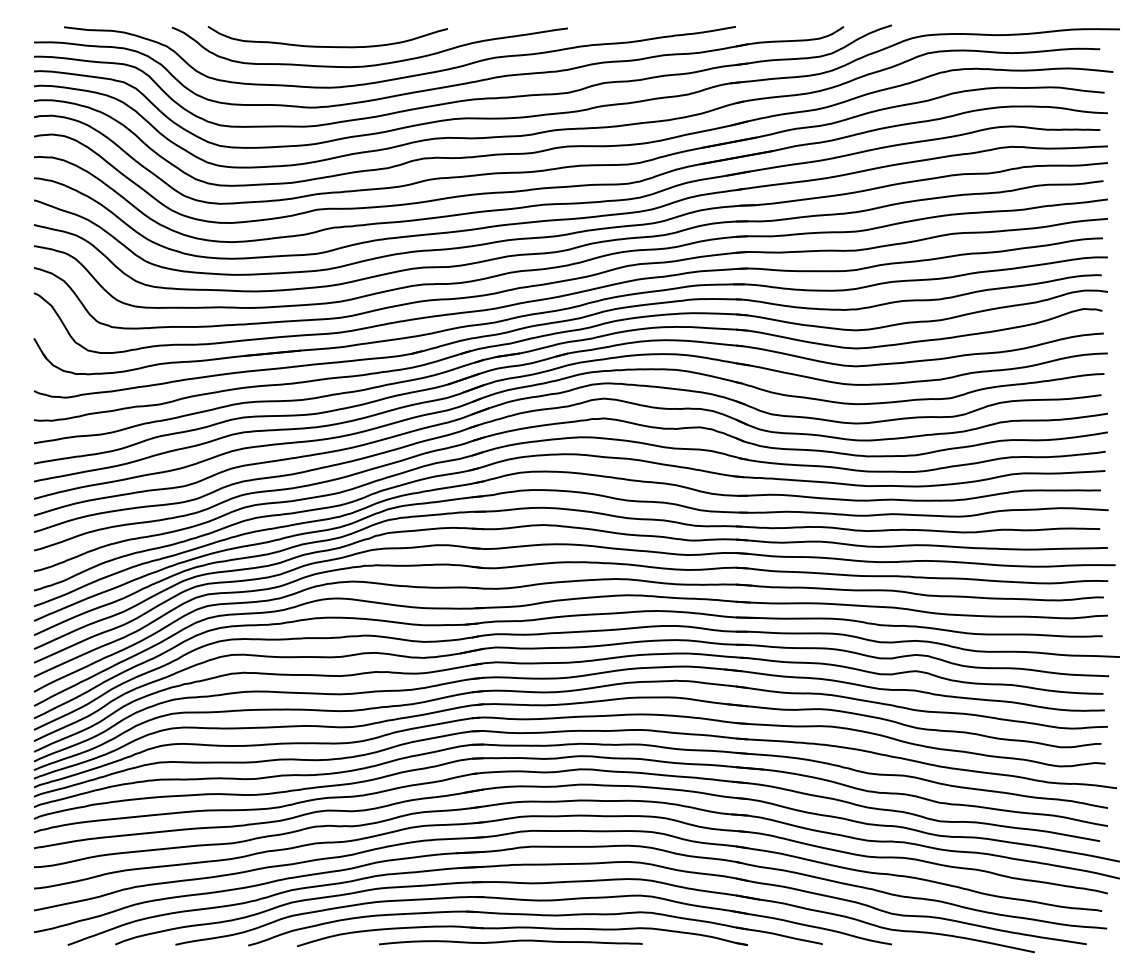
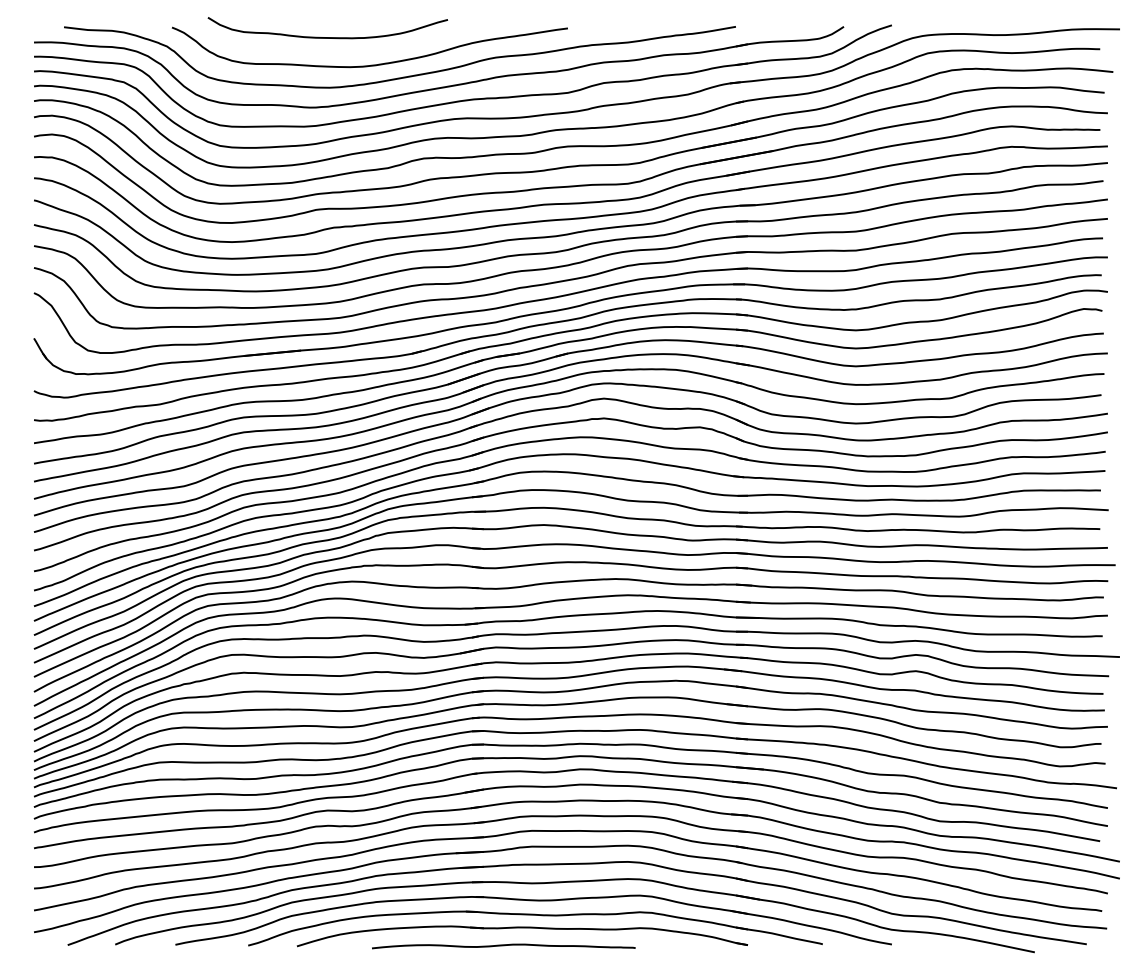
curve at (327, 46) position: (327, 46) -> (327, 37)
curve at (510, 942) position: (510, 942) -> (503, 946)
